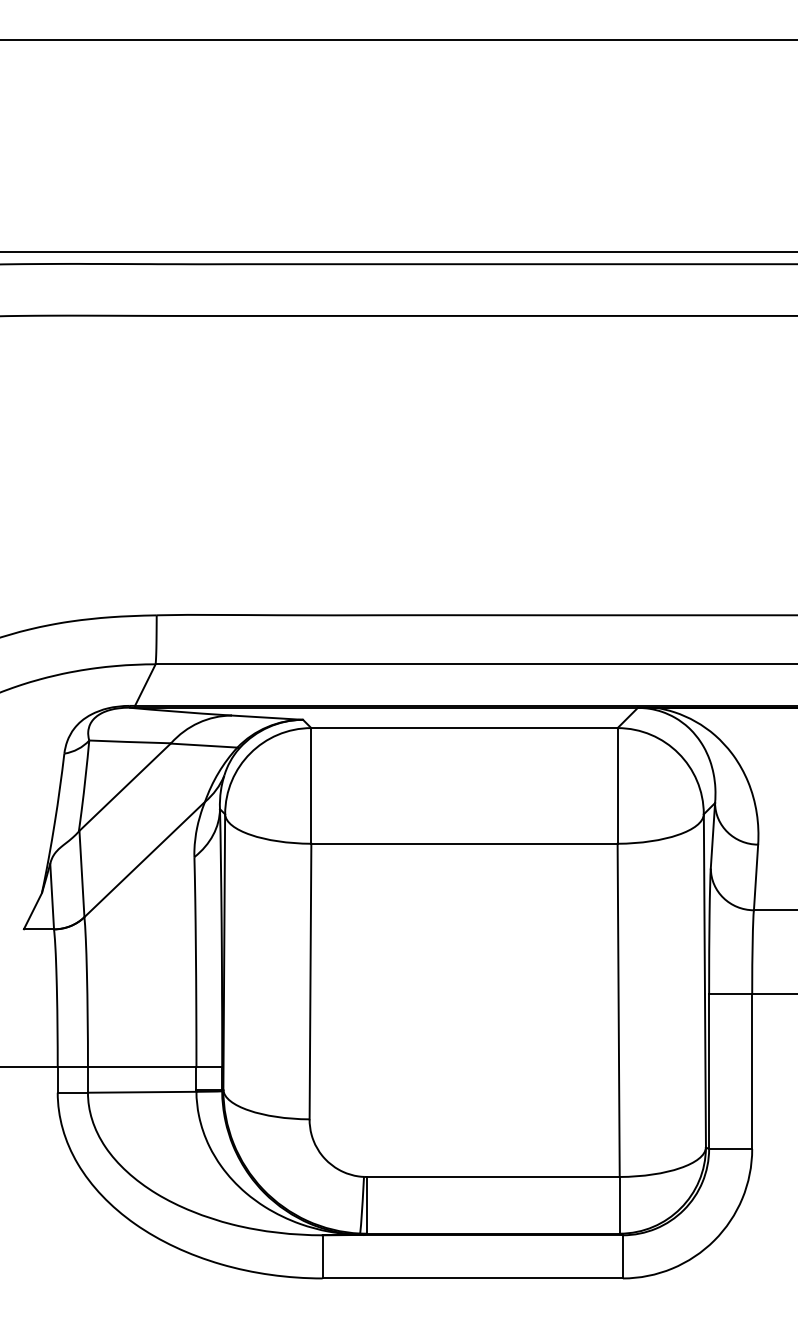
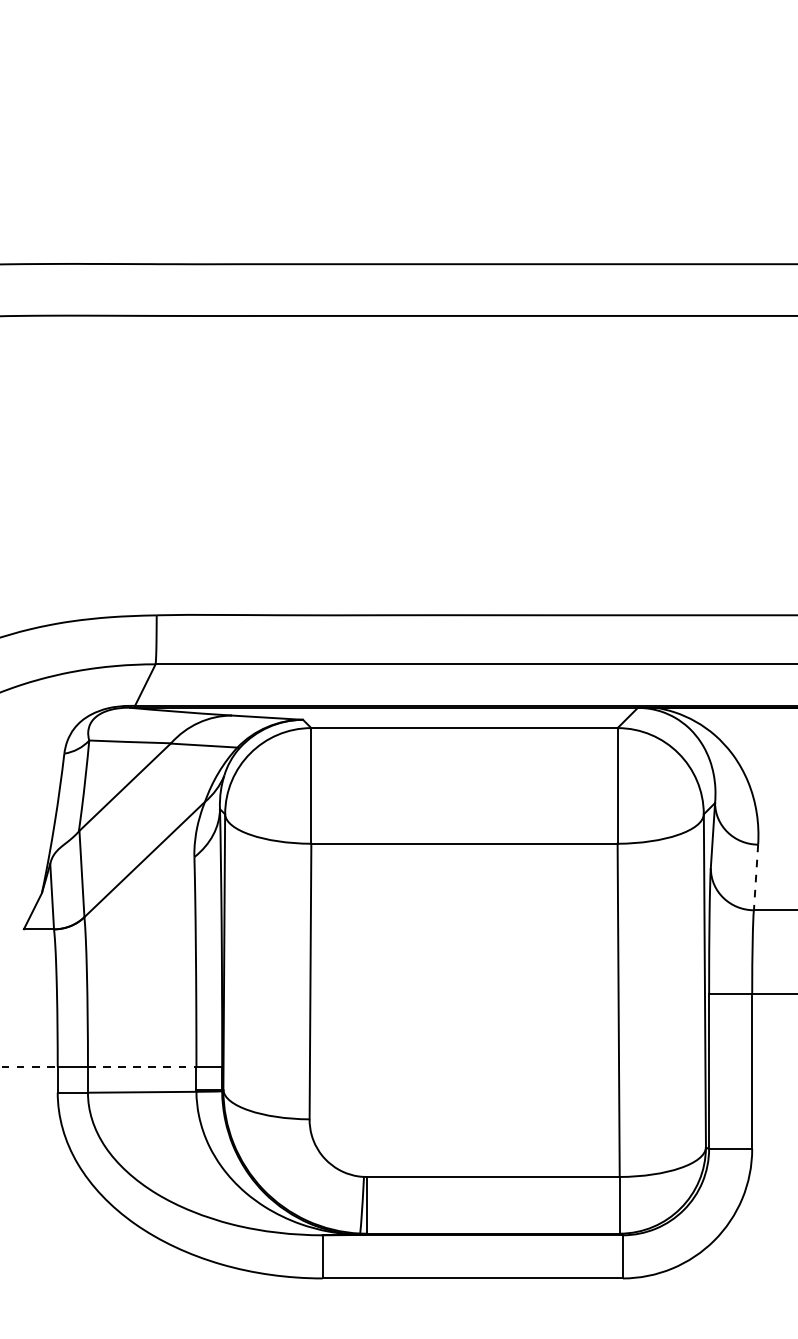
line at (398, 40): present -> none
line at (398, 251): present -> none
line at (756, 877): solid -> dashed
line at (29, 1066): solid -> dashed
line at (142, 1066): solid -> dashed
